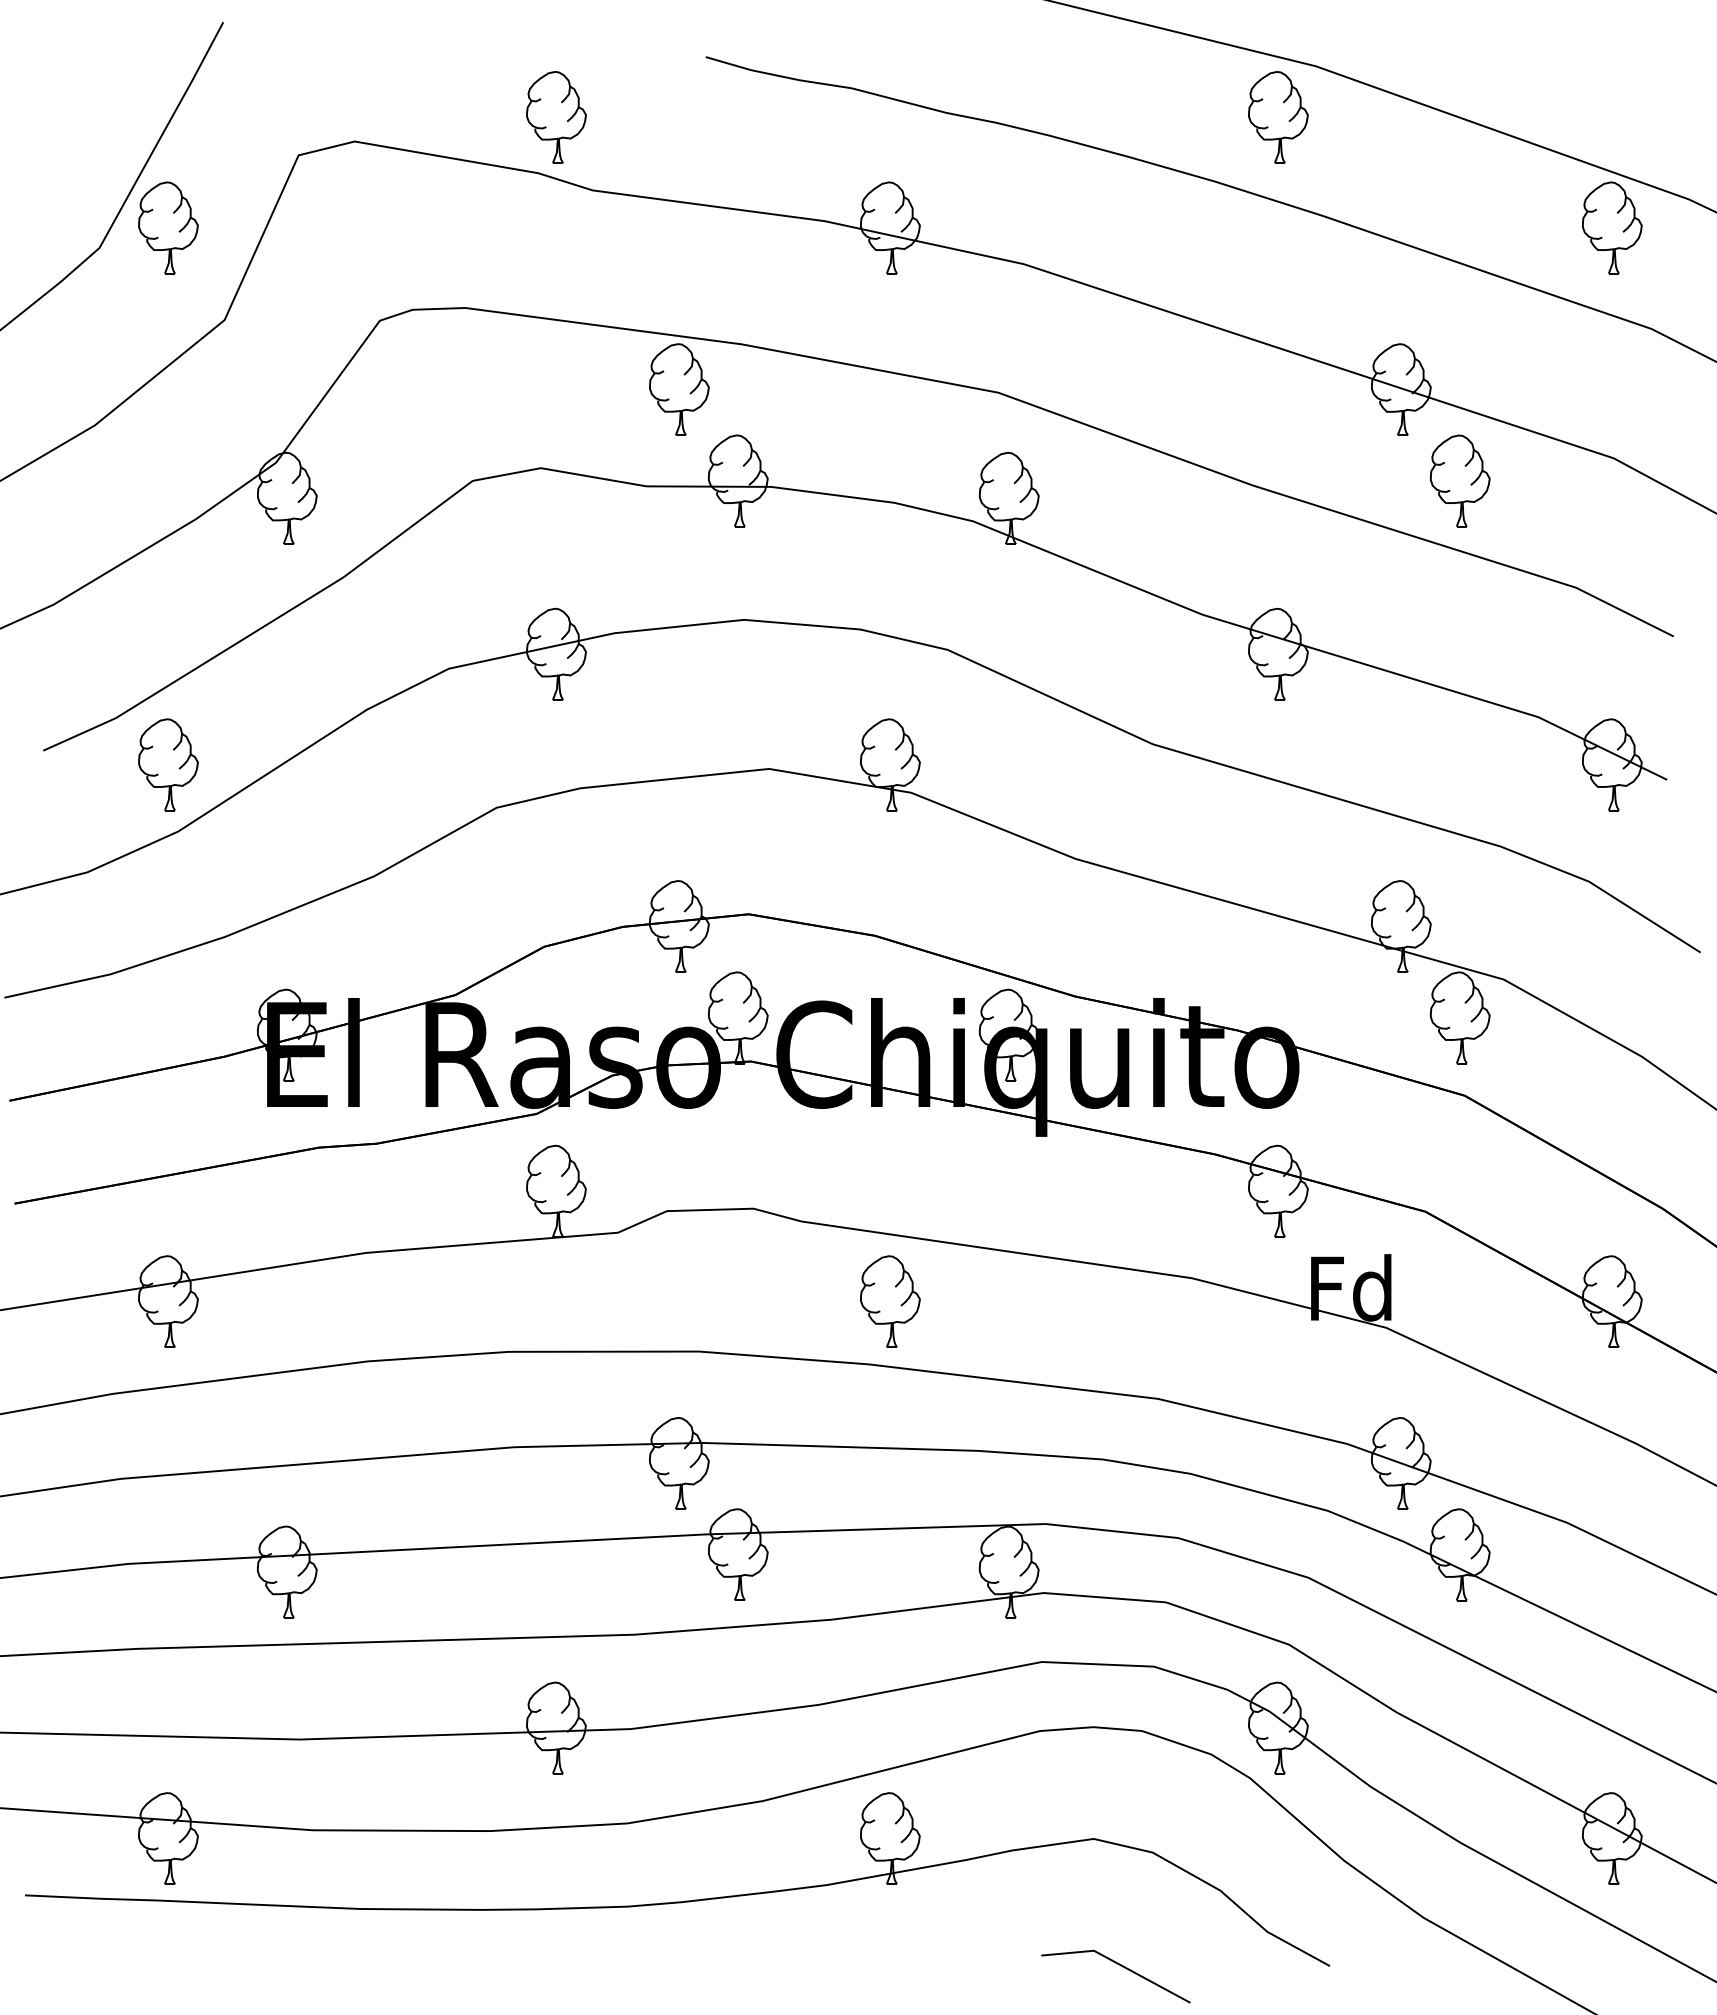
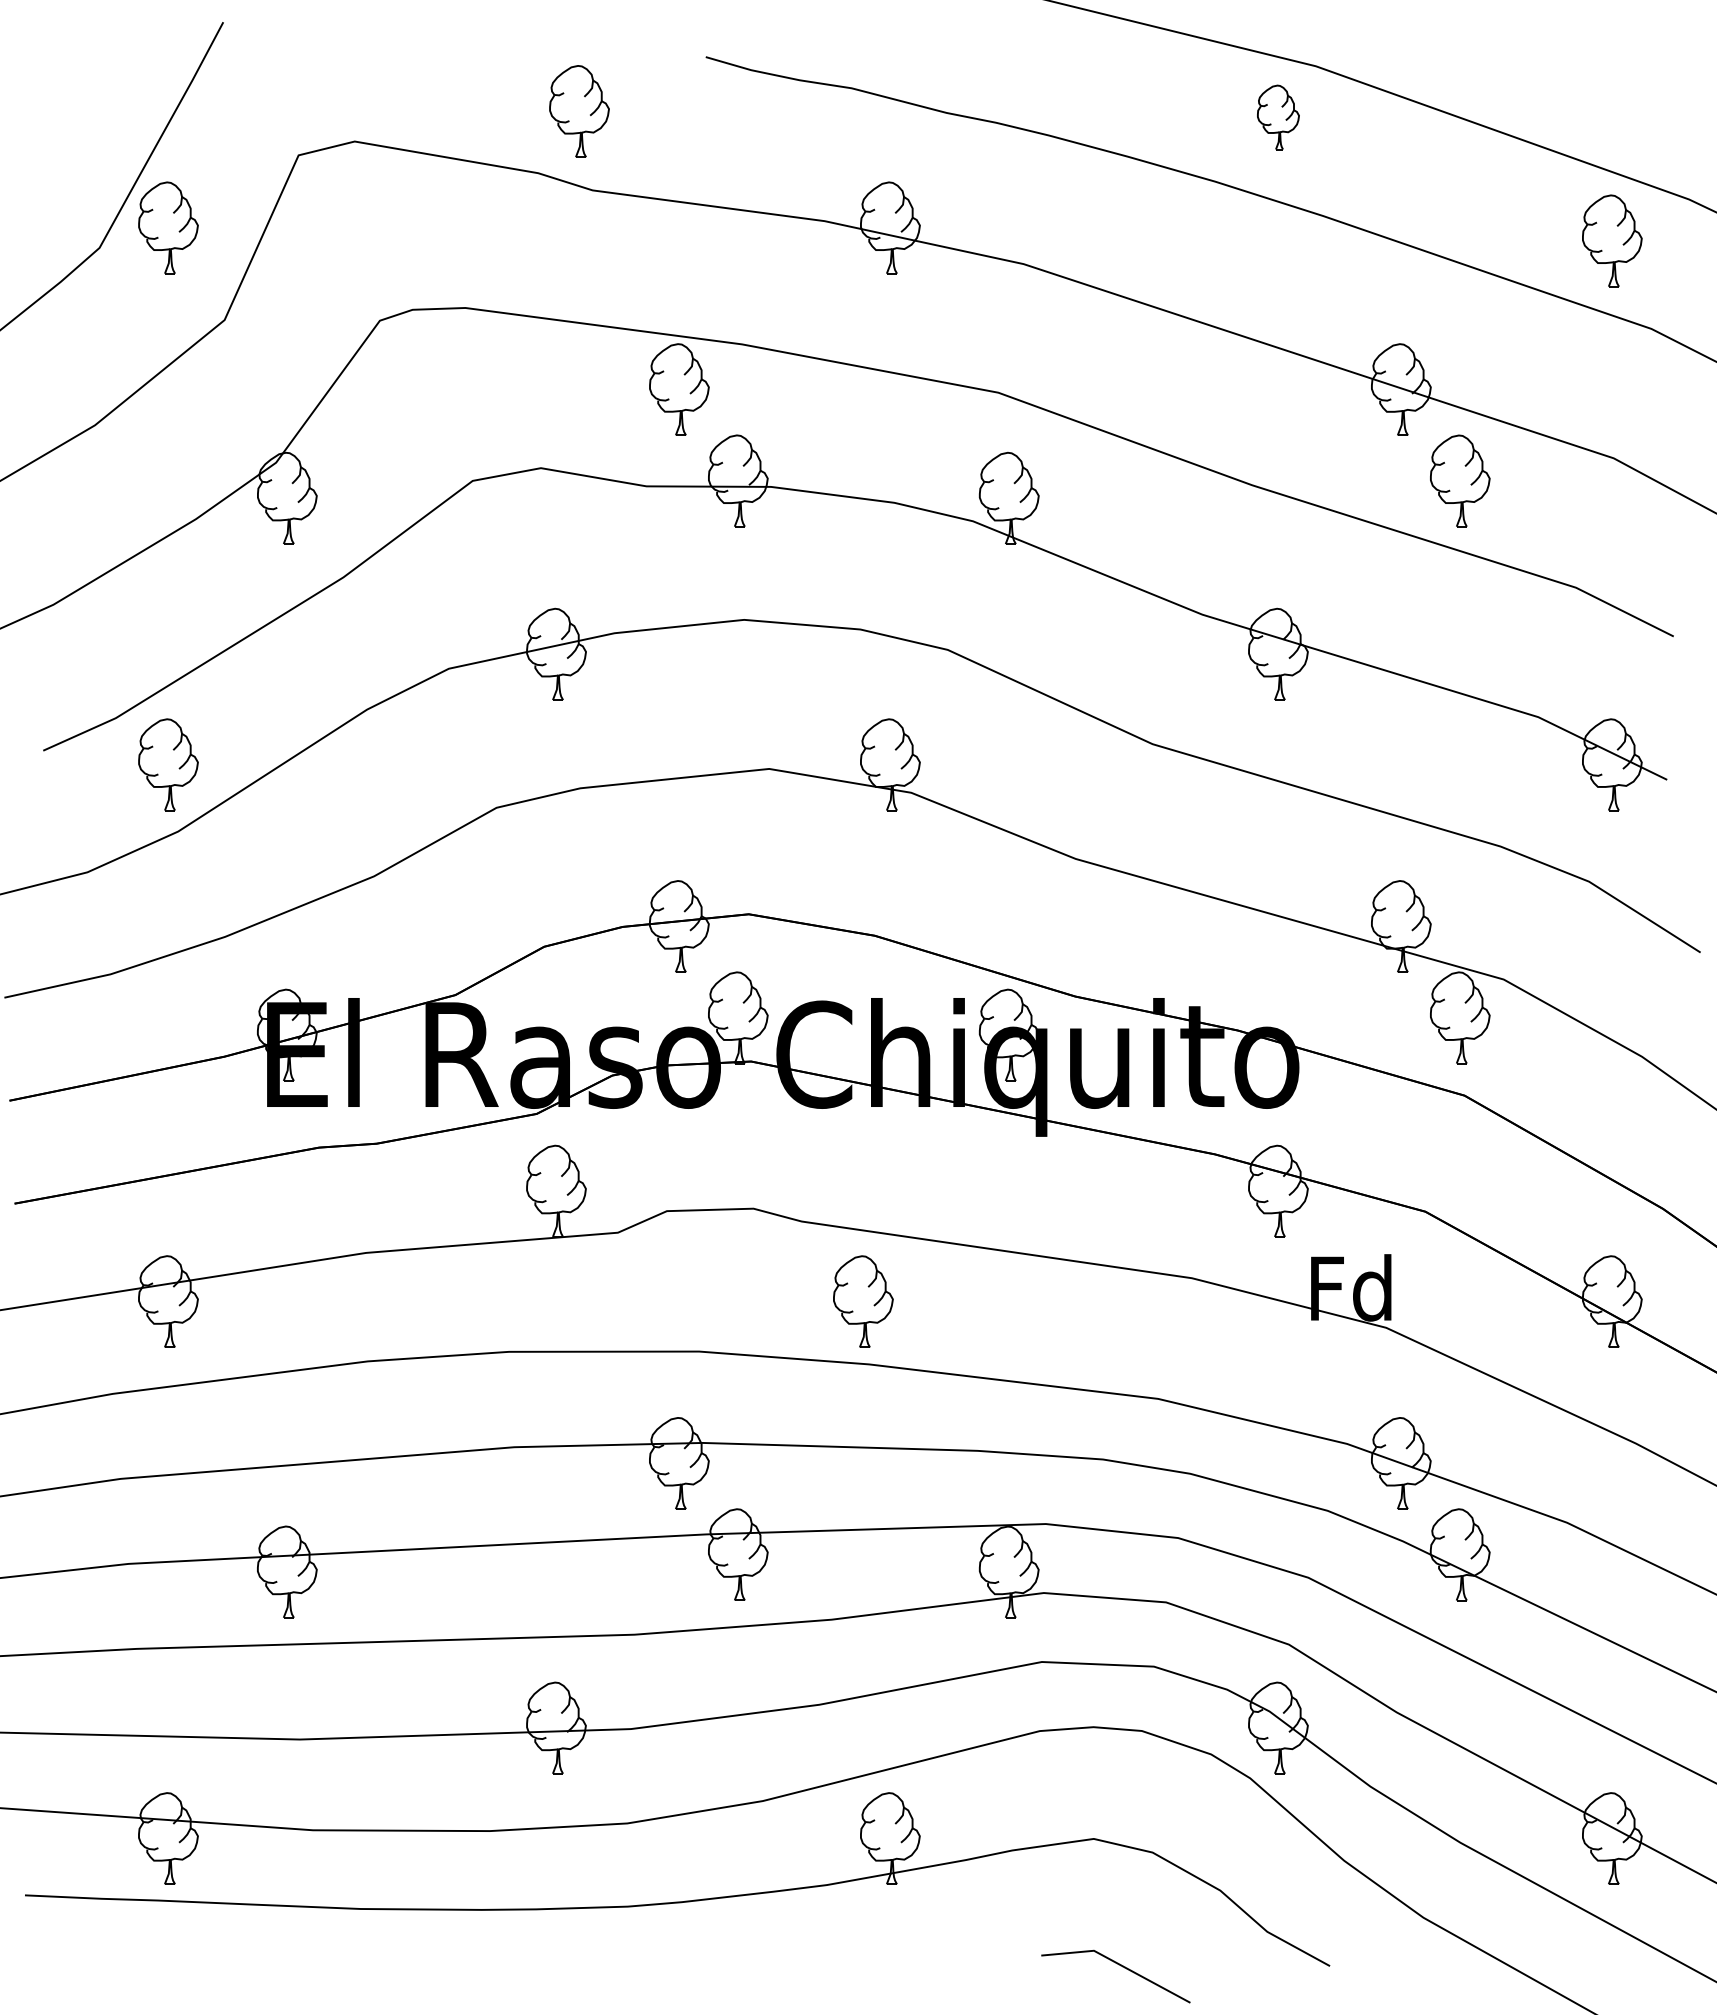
part at (556, 117) position: (556, 117) -> (579, 111)
part at (1278, 117) size: 61x93 px -> 43x67 px
part at (1612, 227) position: (1612, 227) -> (1612, 240)
part at (890, 1301) position: (890, 1301) -> (863, 1301)
